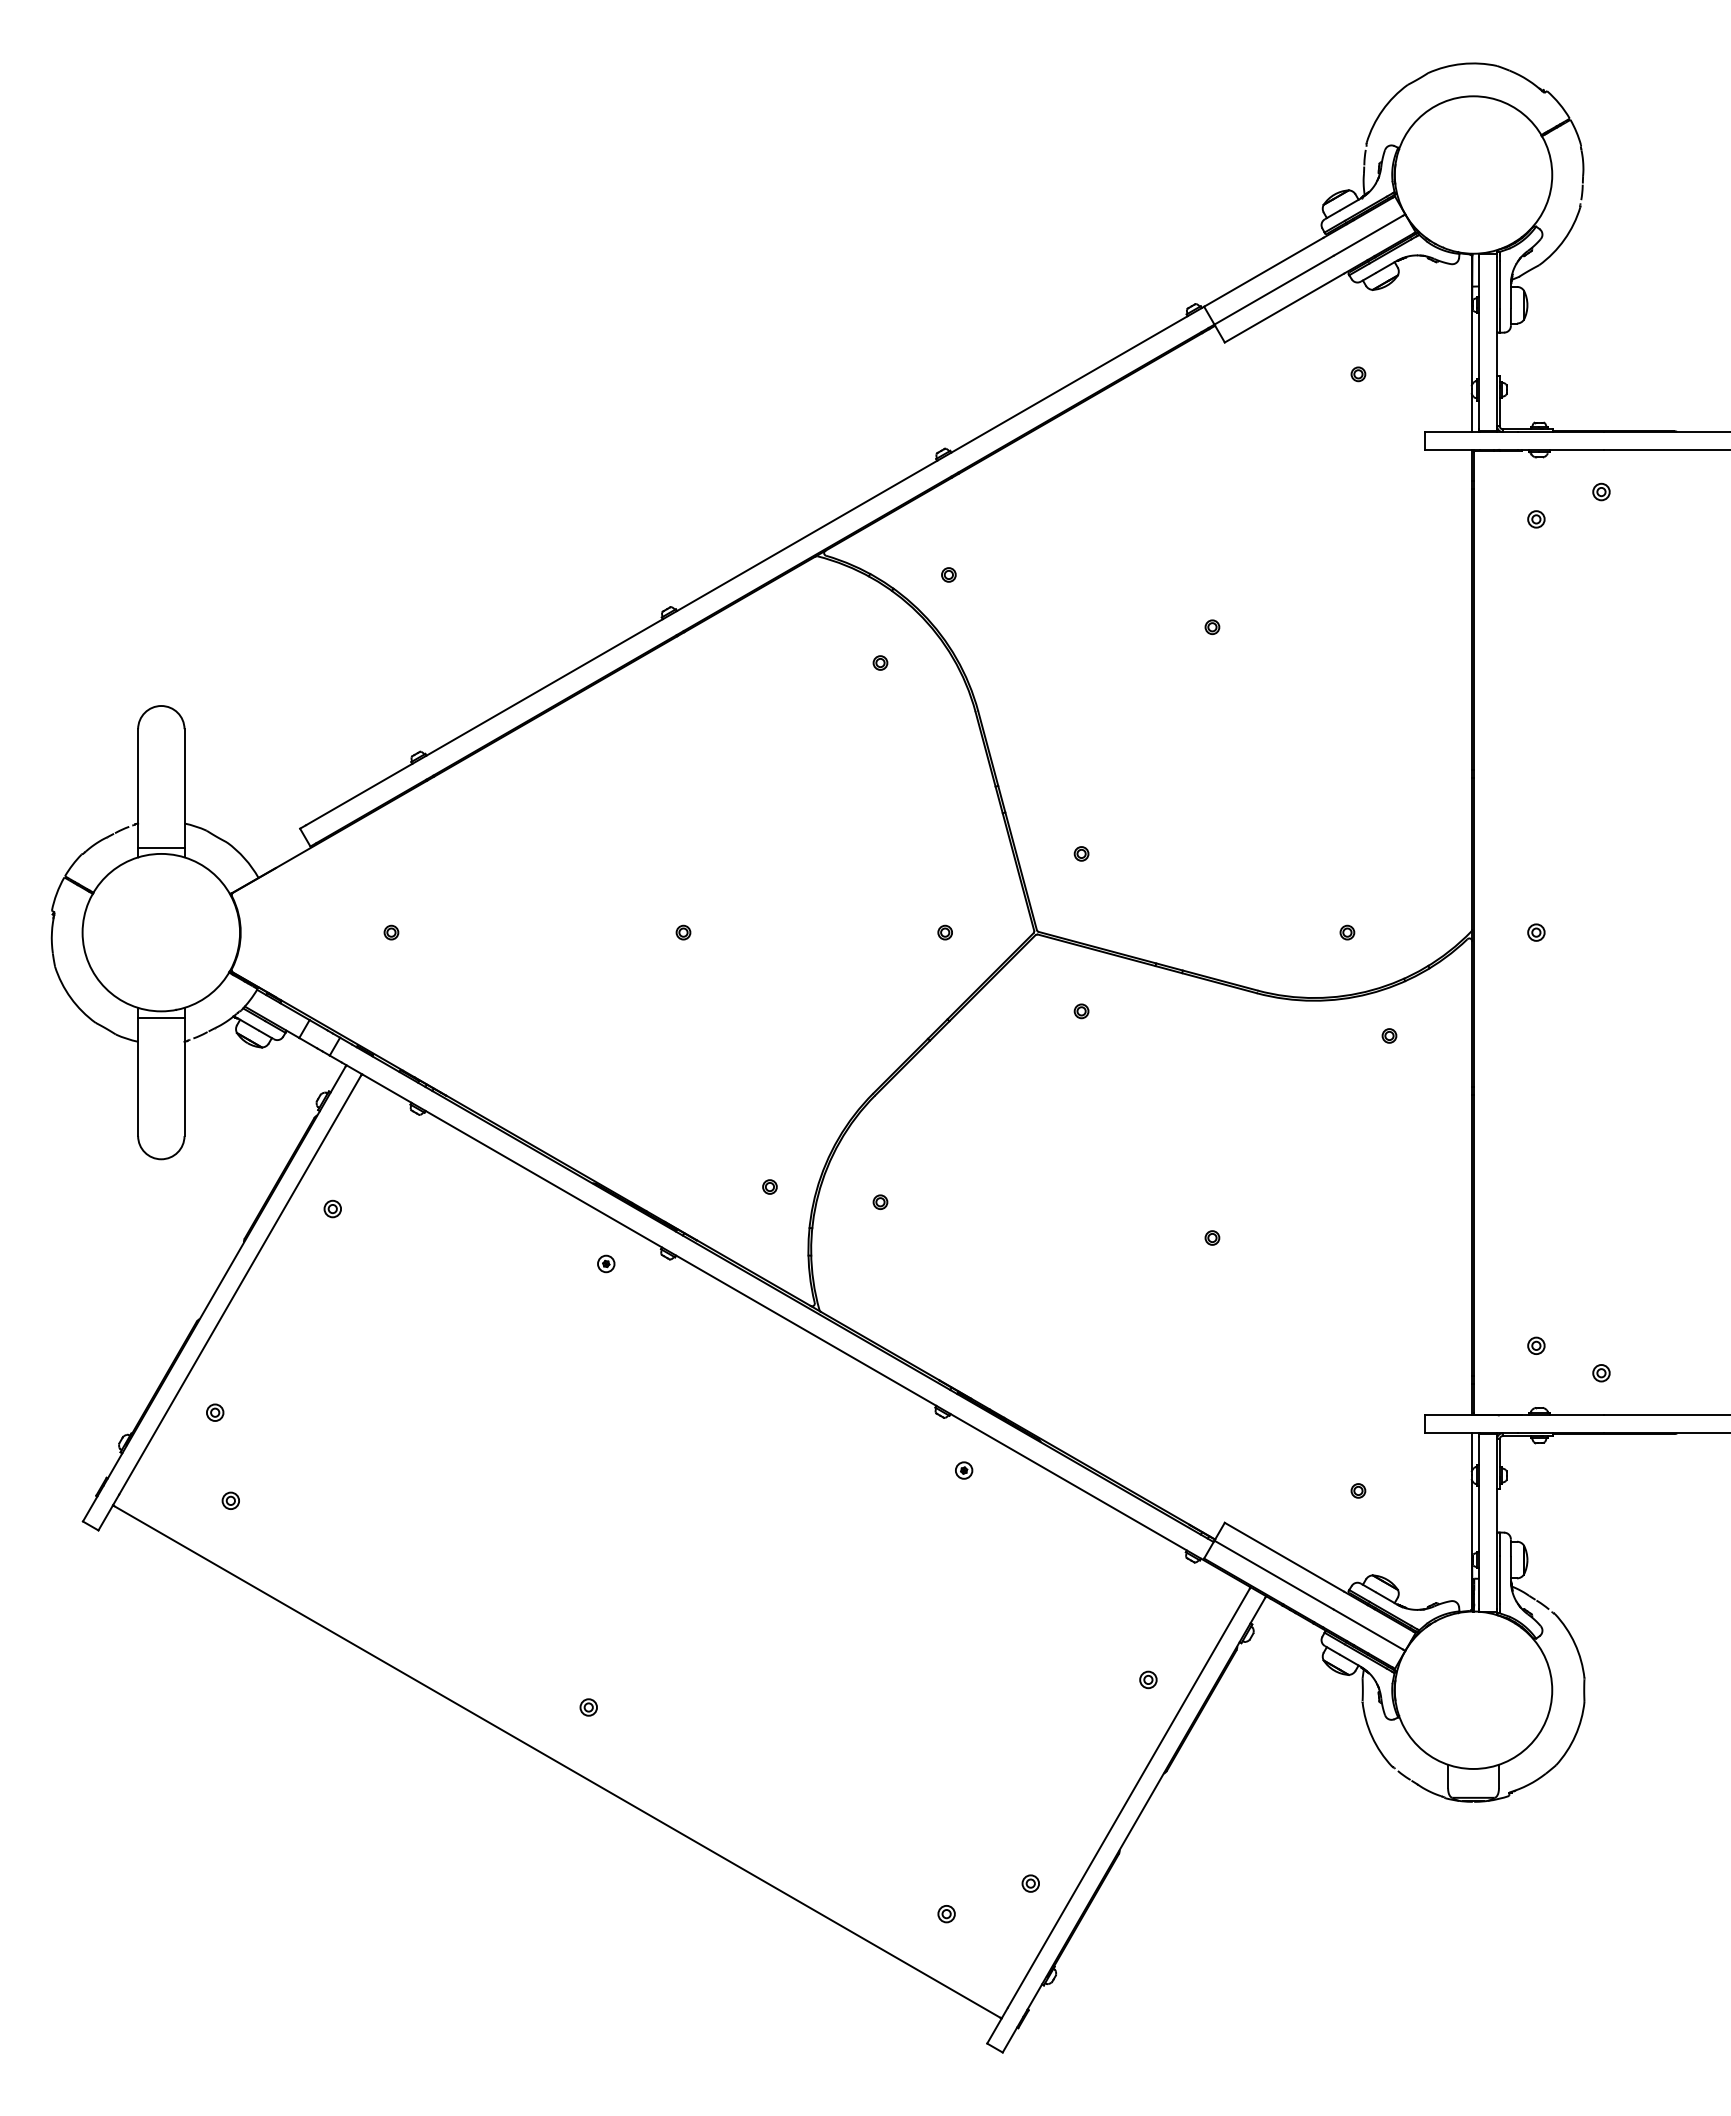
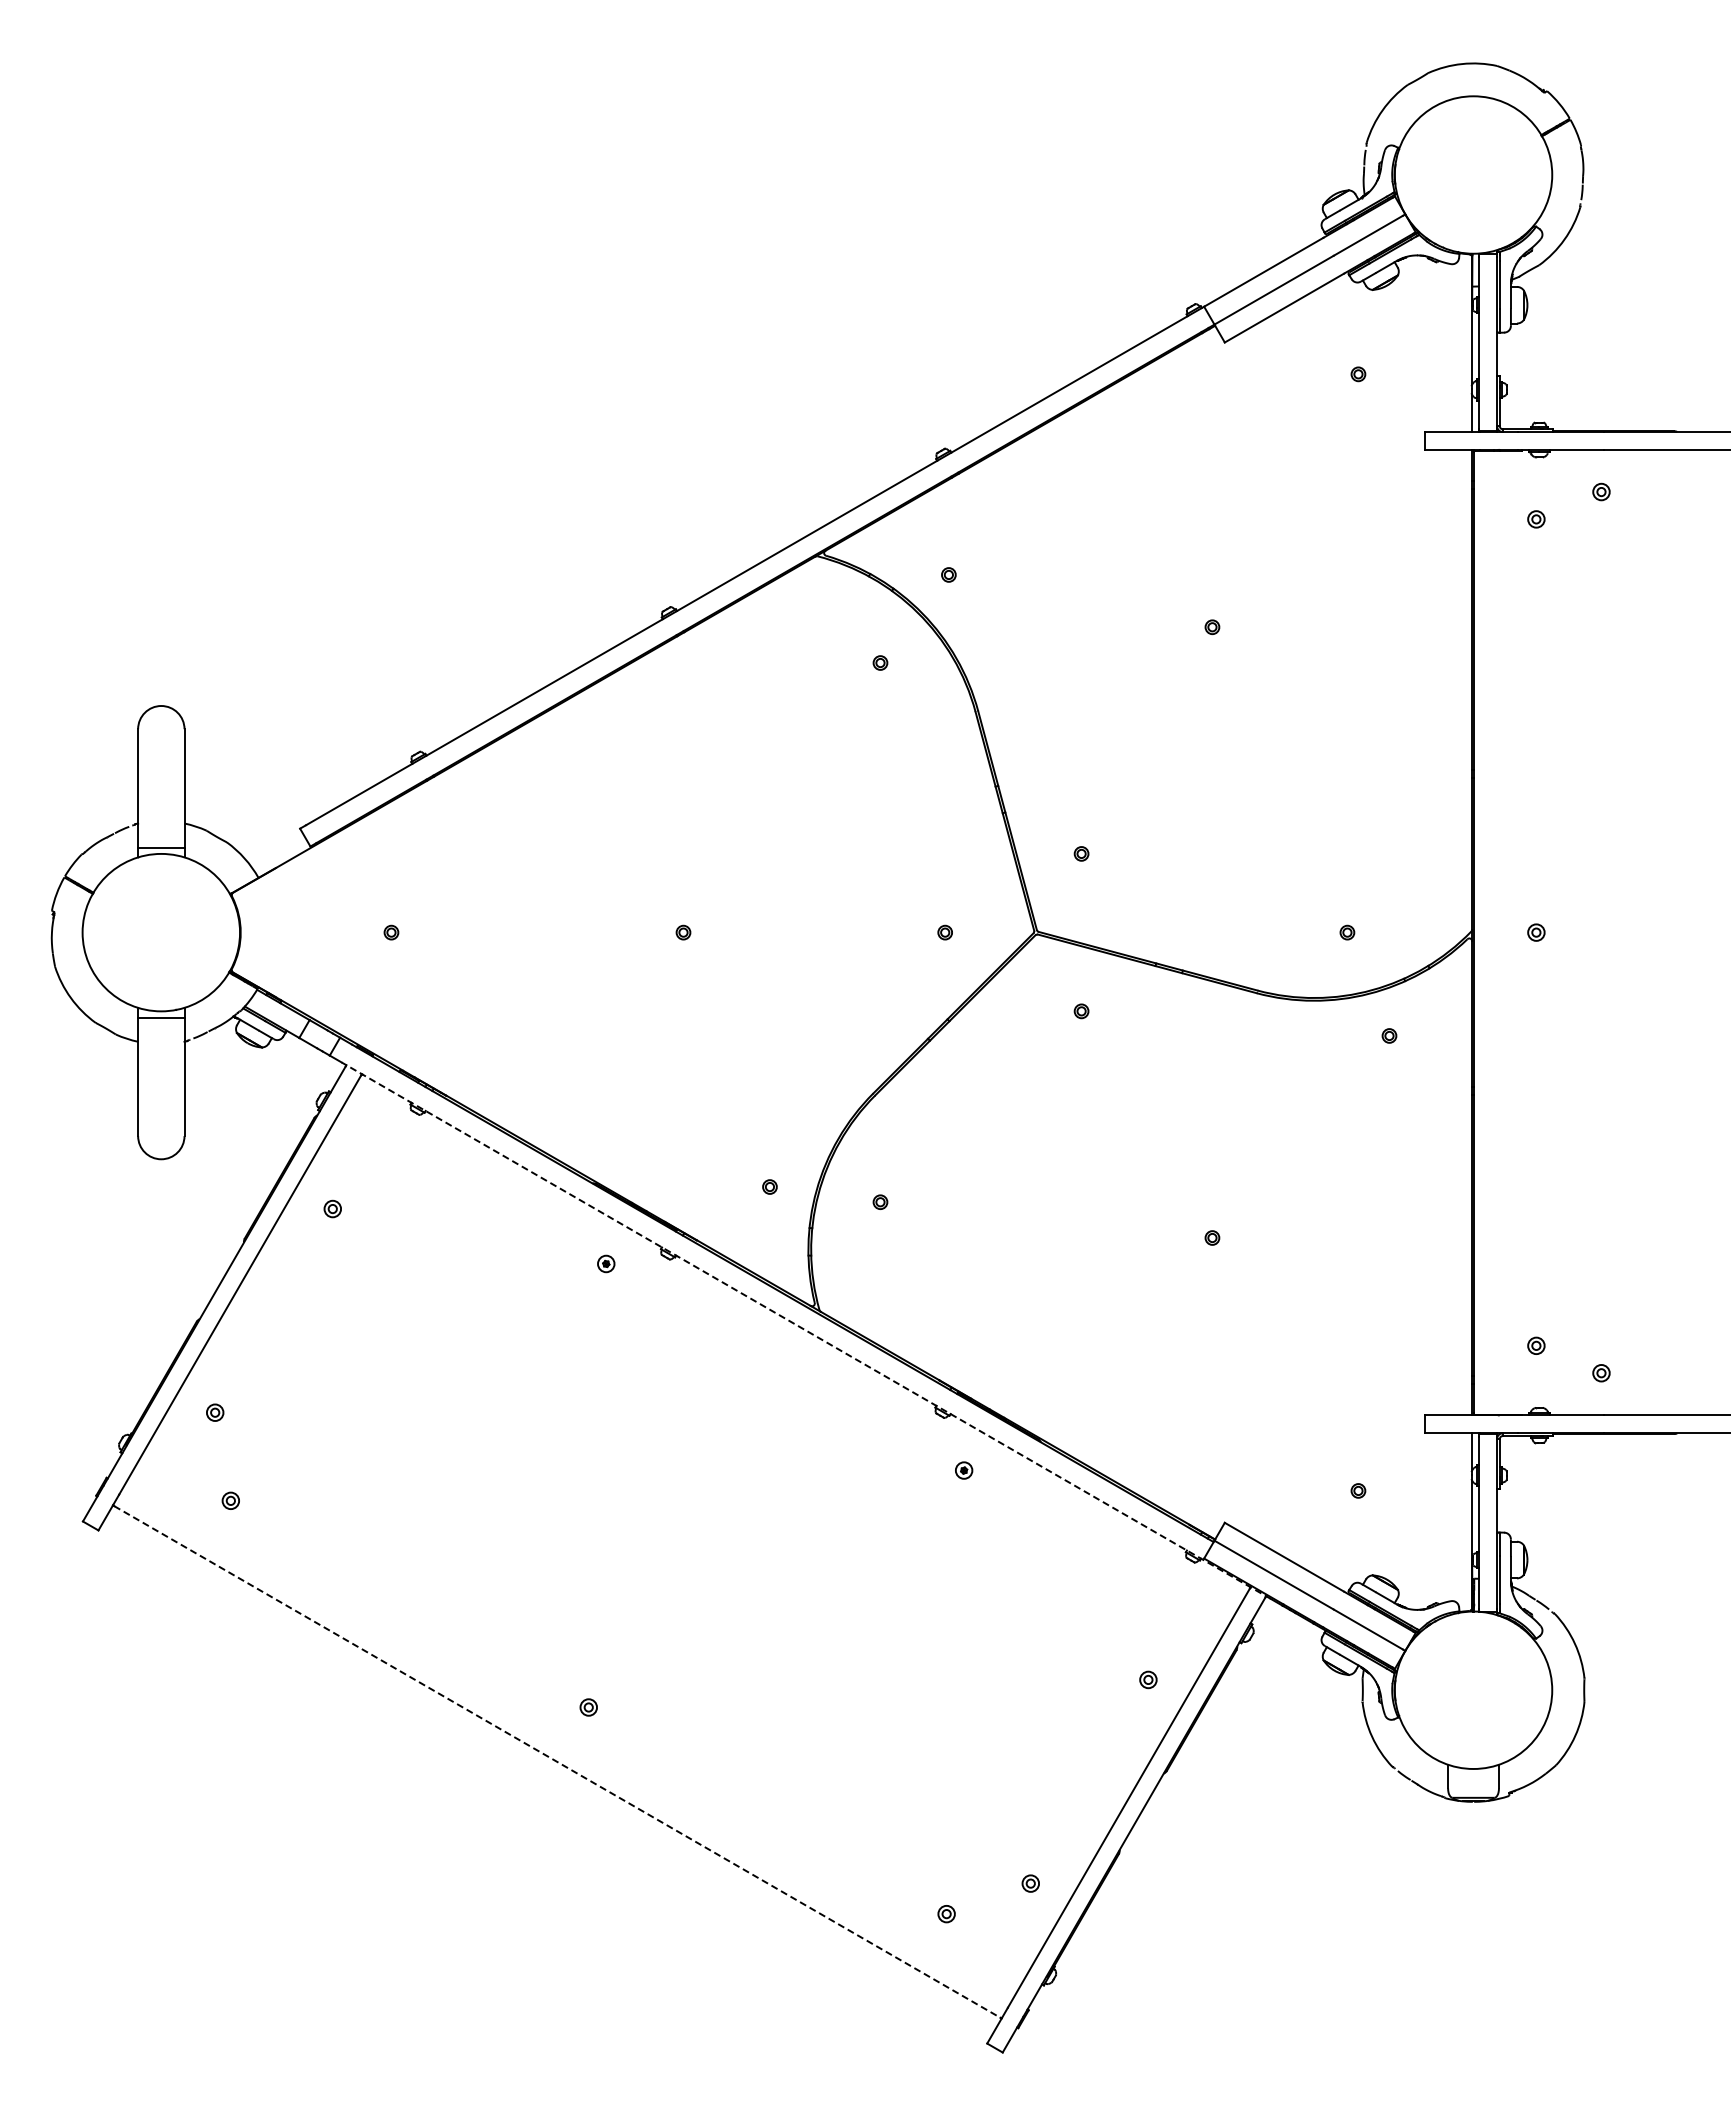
line at (805, 1330): solid -> dashed
line at (557, 1761): solid -> dashed
